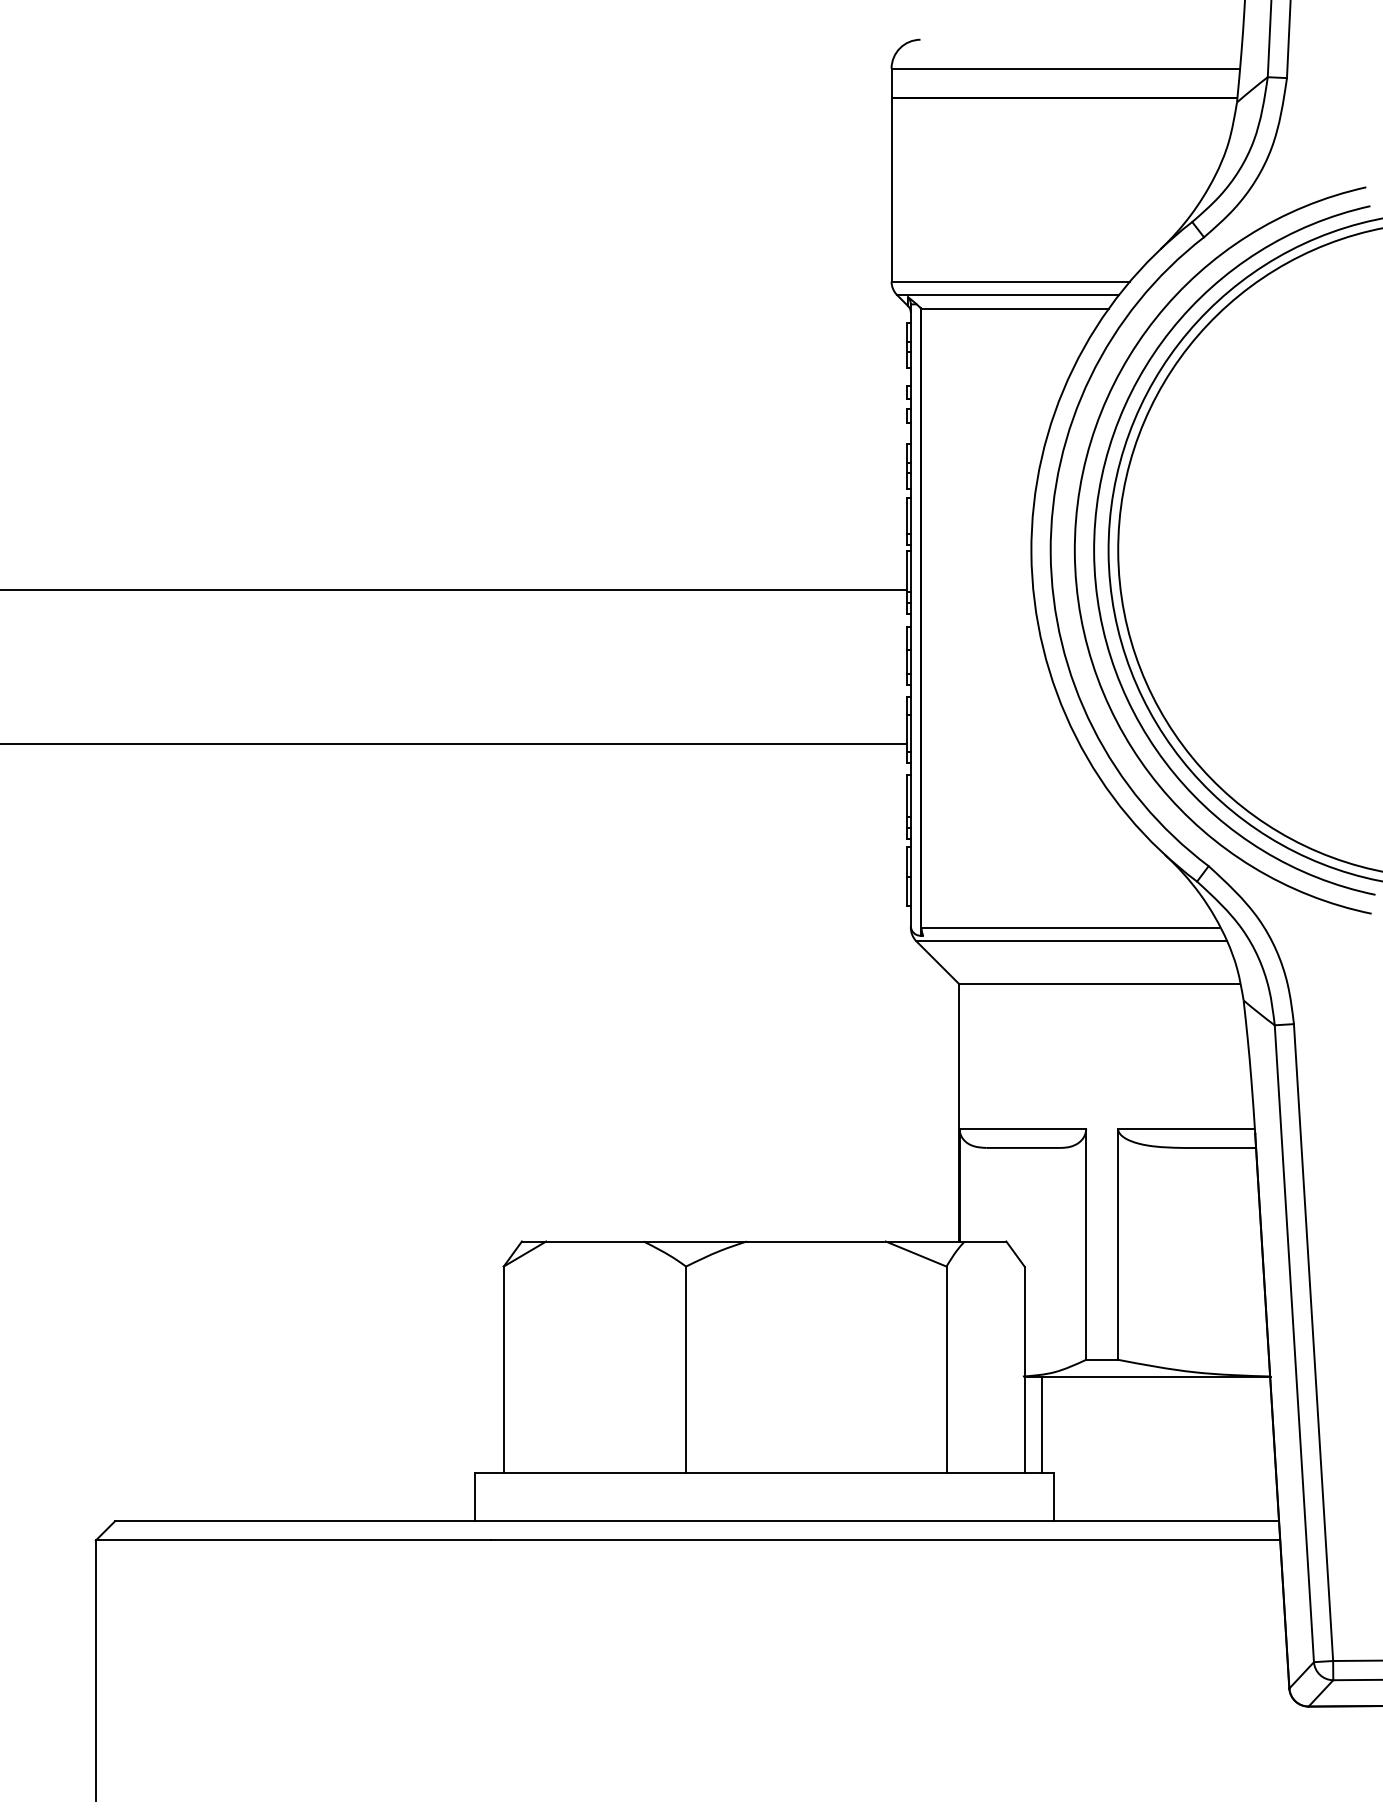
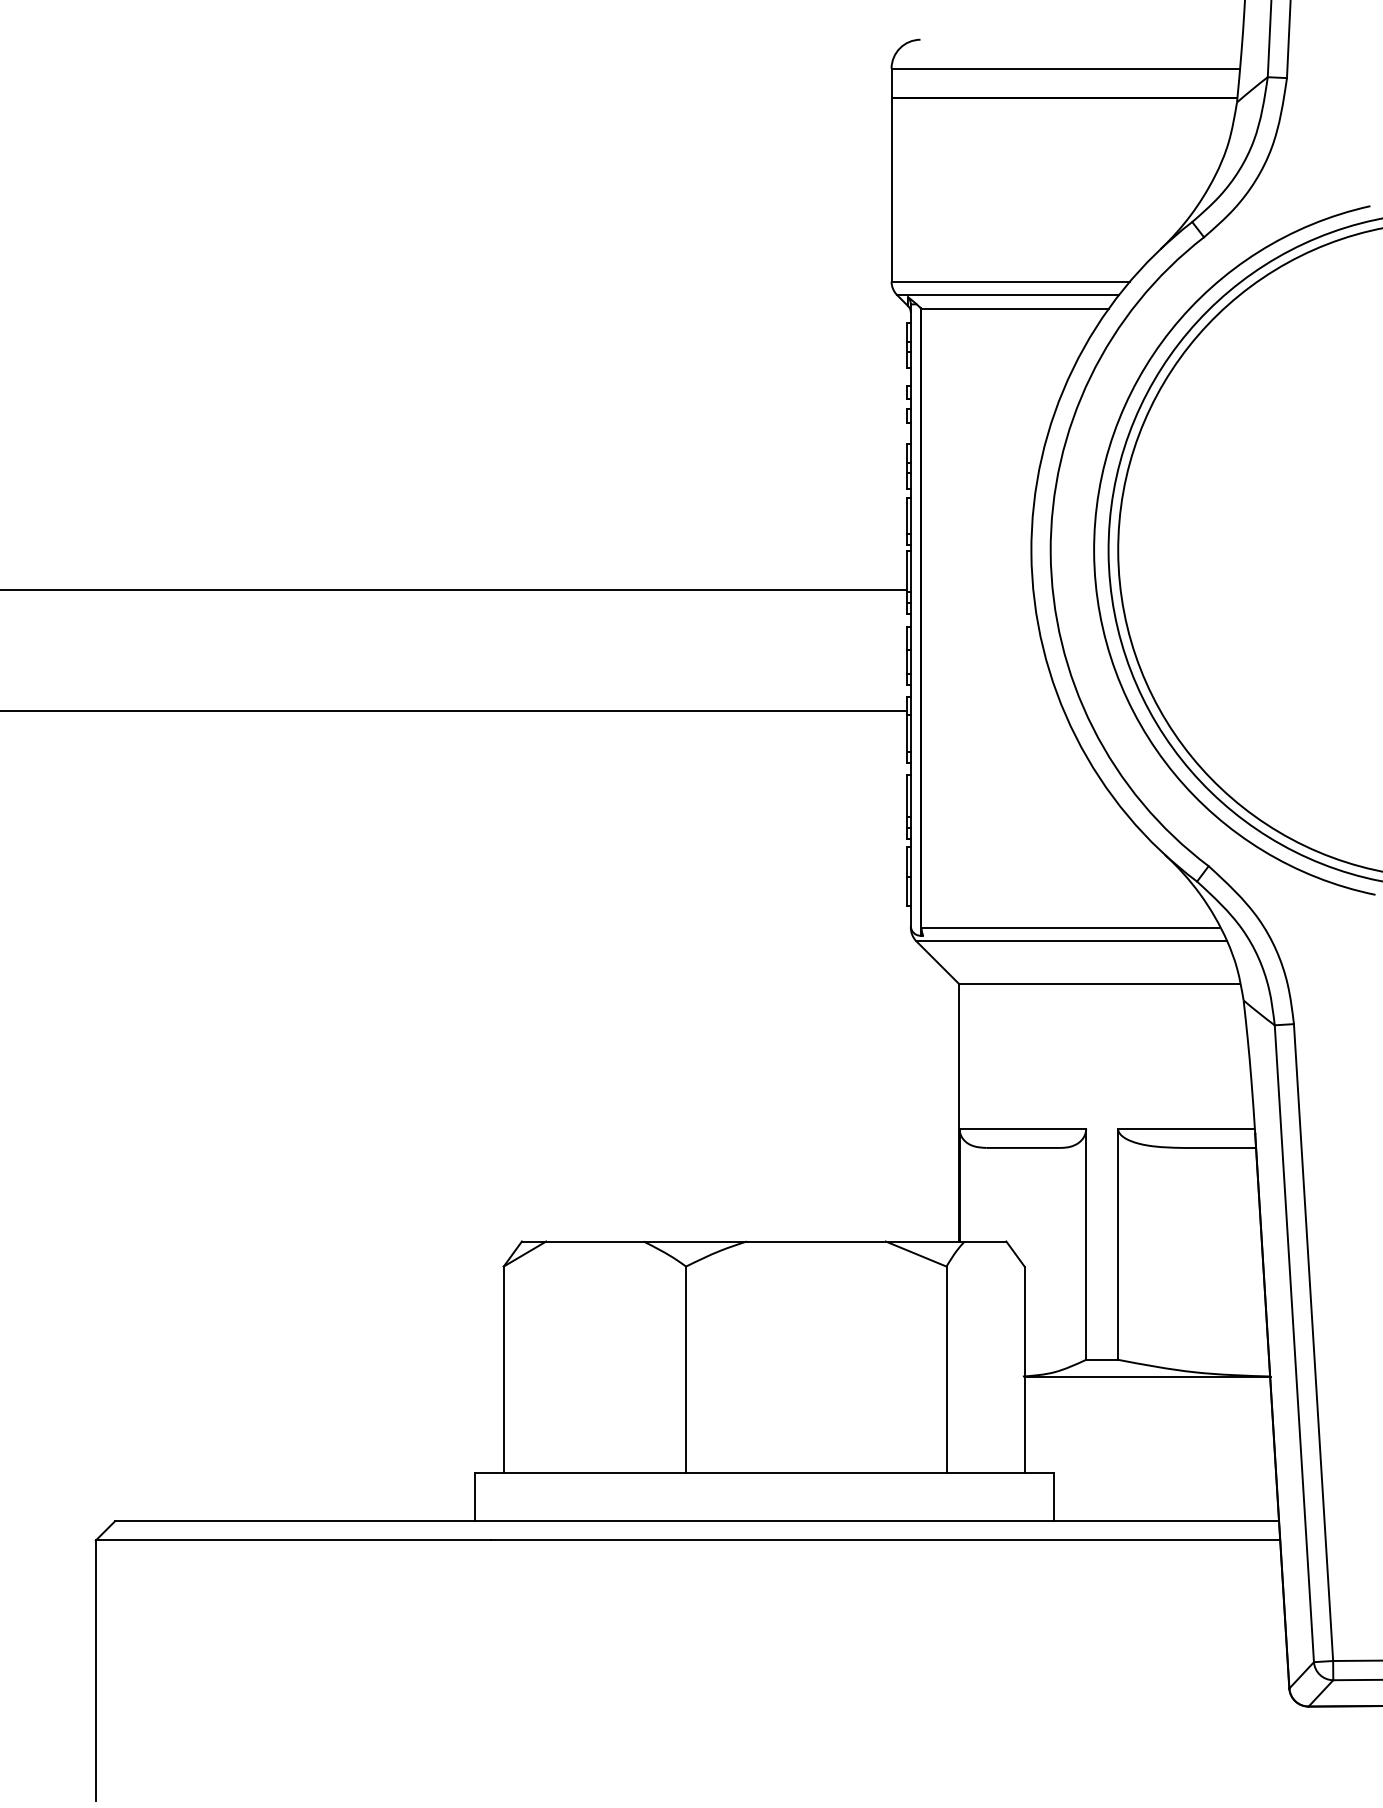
arc at (1076, 535): present -> none
line at (454, 743) position: (454, 743) -> (454, 710)
line at (1041, 1424): present -> none
